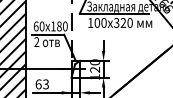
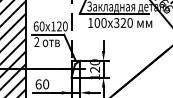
text at (59, 26): 60x180 -> 60x120
text at (46, 84): 63 -> 60
